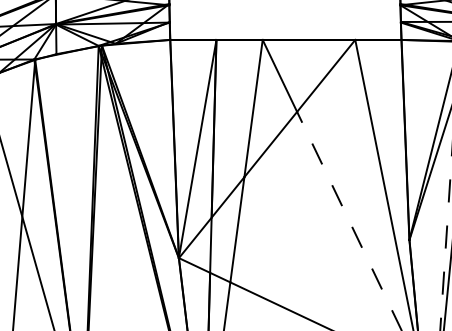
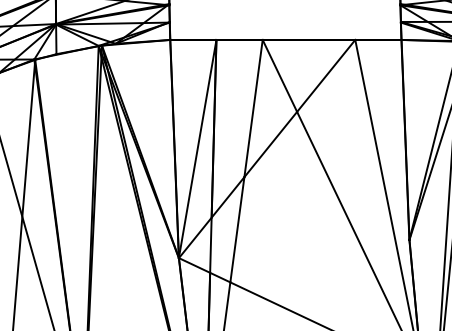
line at (349, 220): dashed -> solid
line at (446, 242): dashed -> solid
